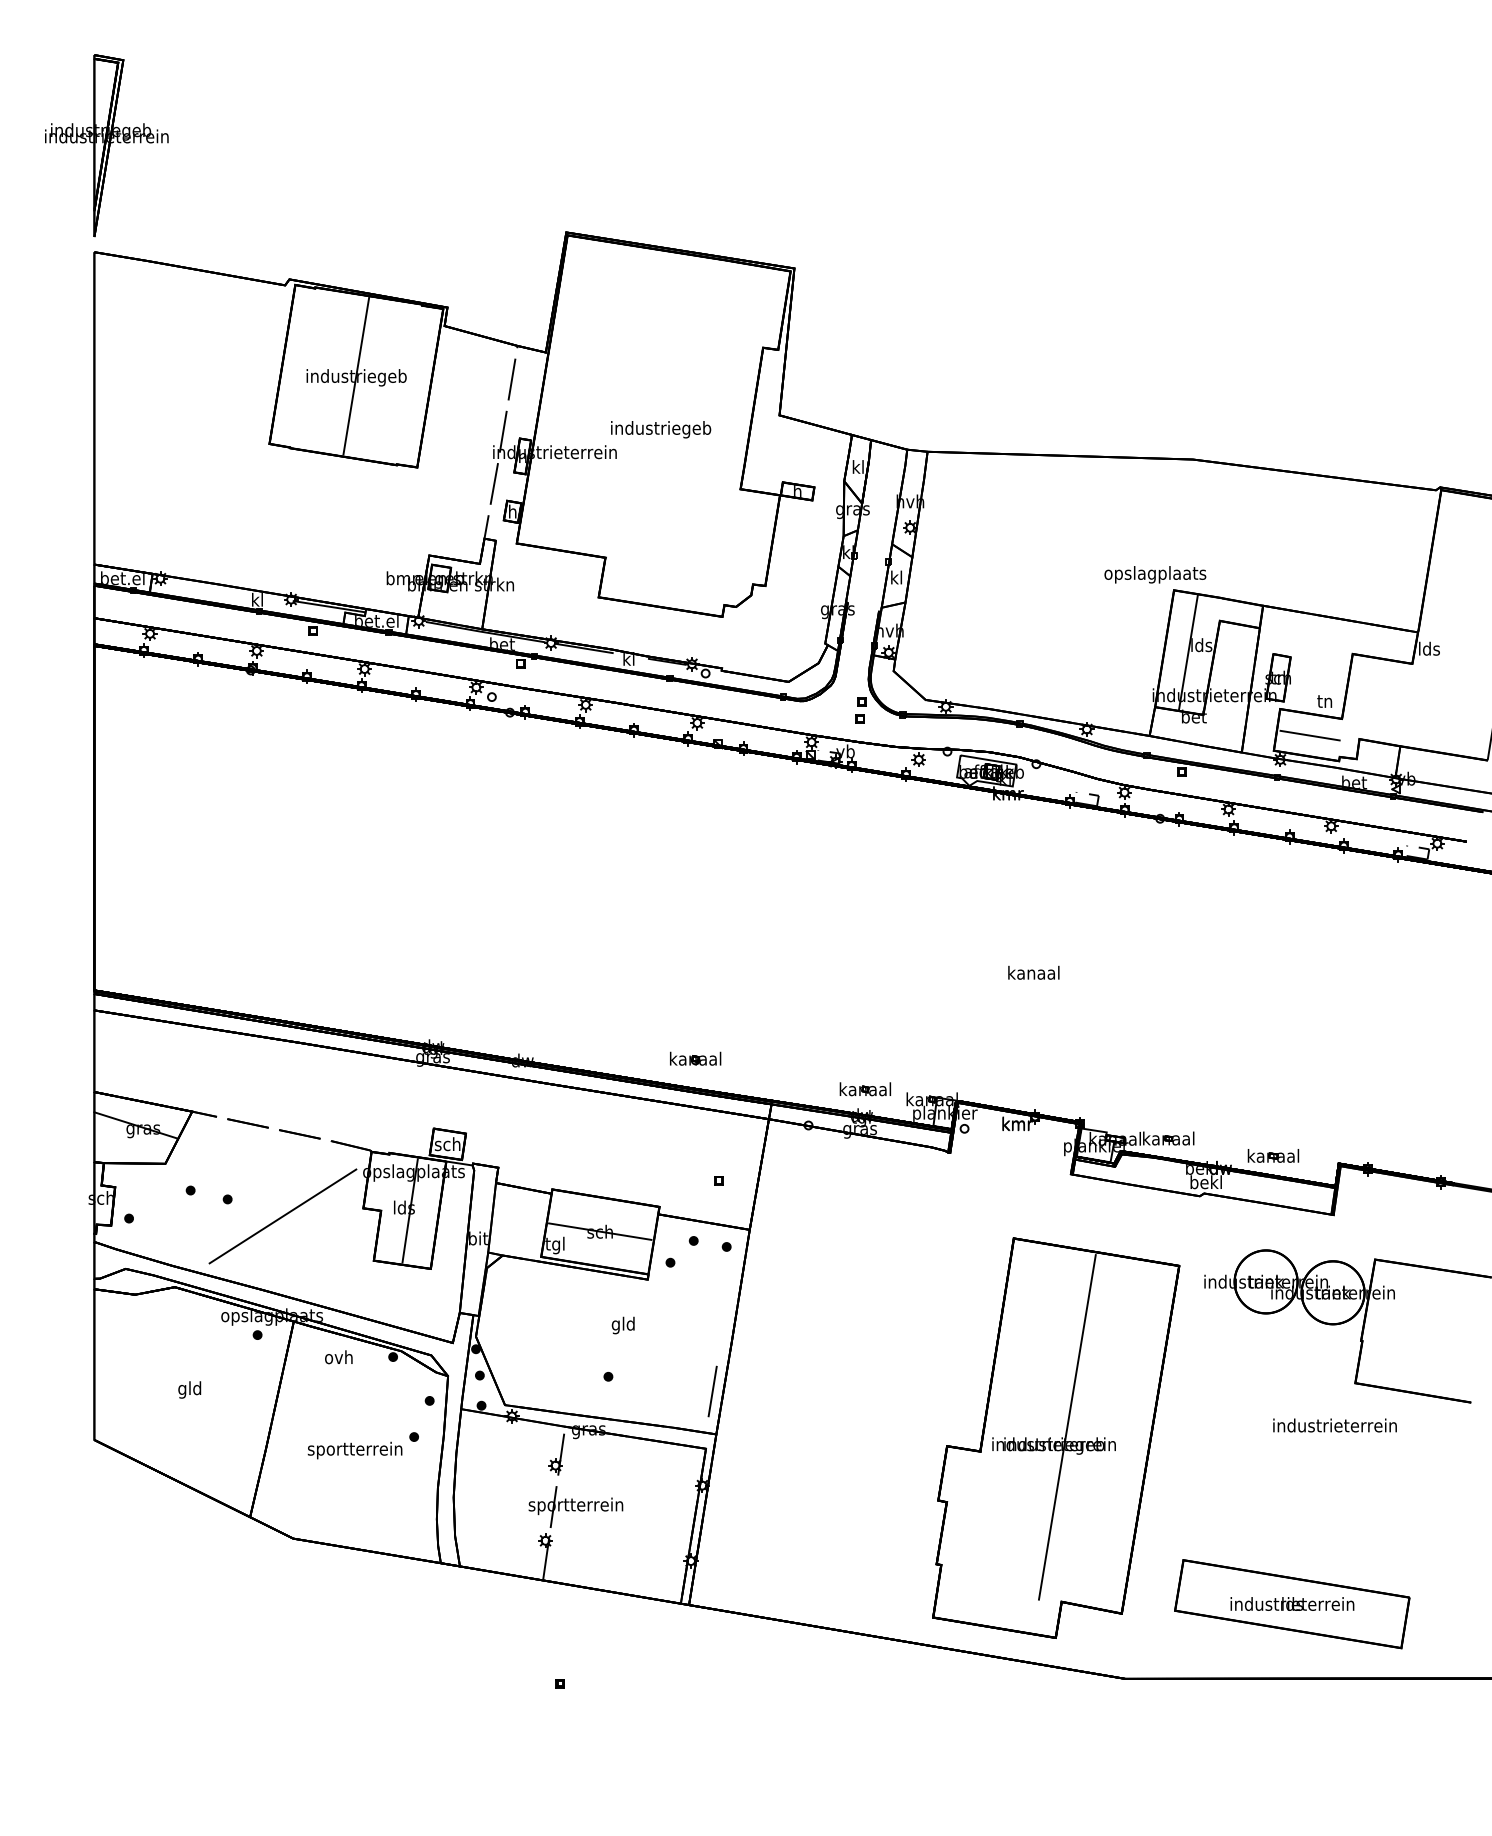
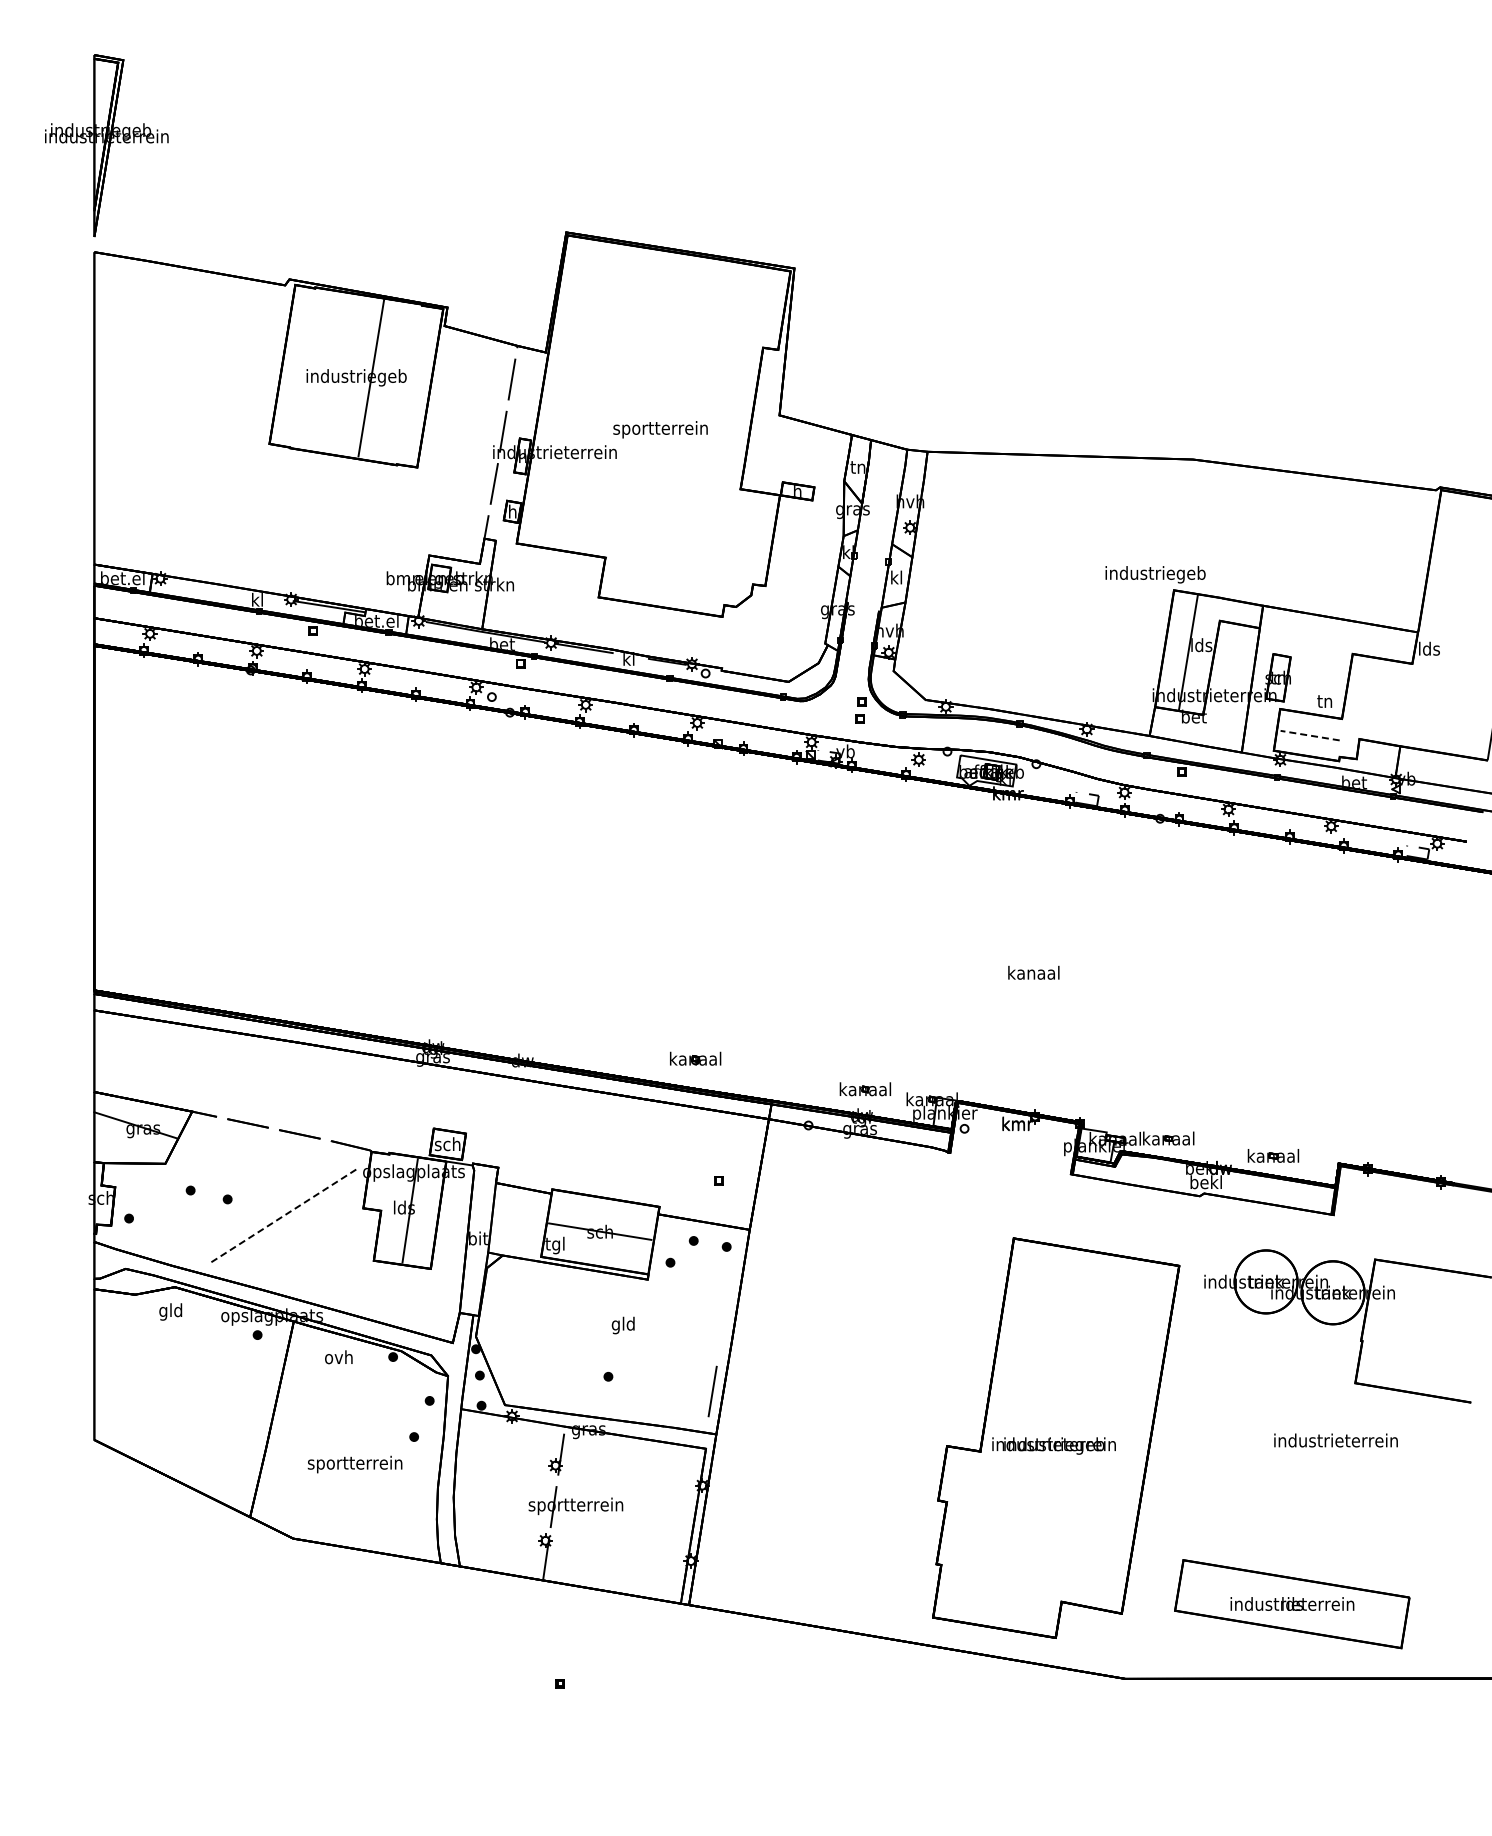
line at (356, 375) position: (356, 375) -> (371, 377)
text at (661, 429): industriegeb -> sportterrein
text at (857, 466): kl -> tn
text at (1155, 574): opslagplaats -> industriegeb
line at (1310, 735): solid -> dashed
line at (282, 1216): solid -> dashed
text at (189, 1389) position: (189, 1389) -> (170, 1311)
text at (1334, 1425) position: (1334, 1425) -> (1335, 1440)
line at (1066, 1427): present -> none
text at (354, 1450) position: (354, 1450) -> (354, 1464)
